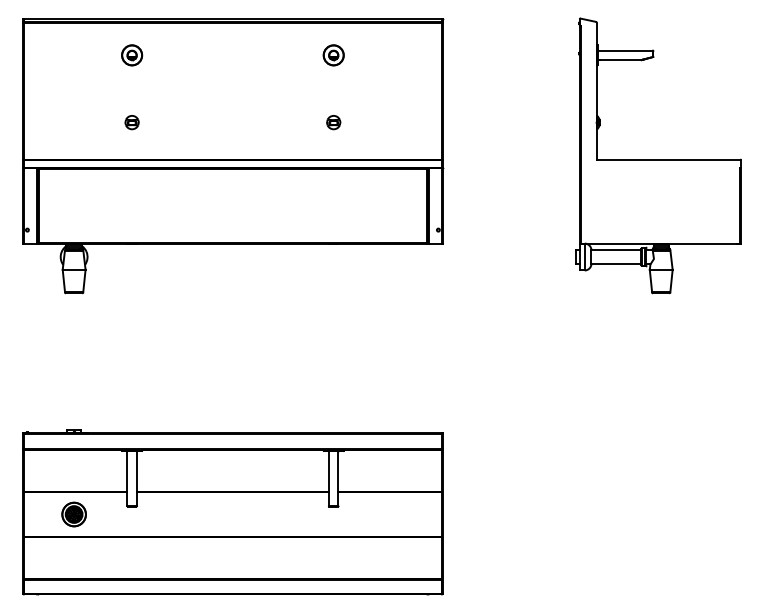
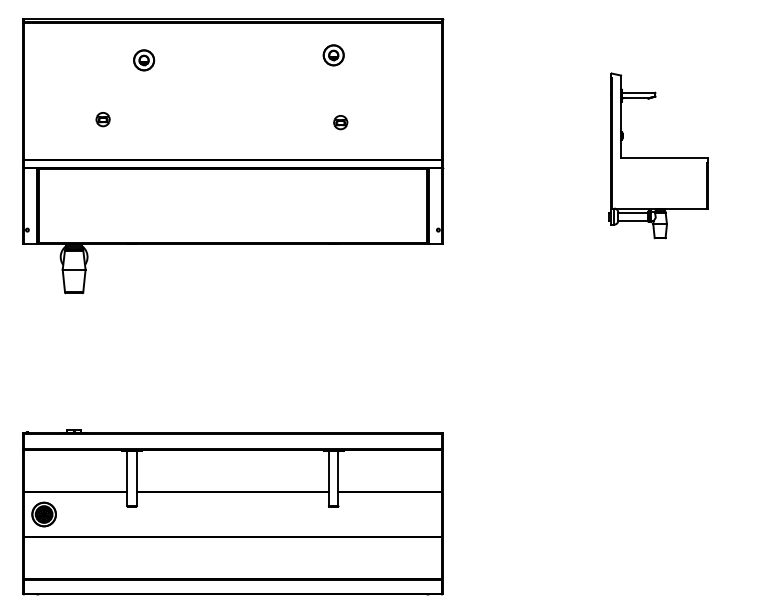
part at (132, 55) position: (132, 55) -> (144, 60)
part at (131, 122) position: (131, 122) -> (102, 119)
part at (333, 122) position: (333, 122) -> (340, 122)
part at (658, 155) size: 167x278 px -> 101x168 px
part at (73, 514) position: (73, 514) -> (43, 514)
